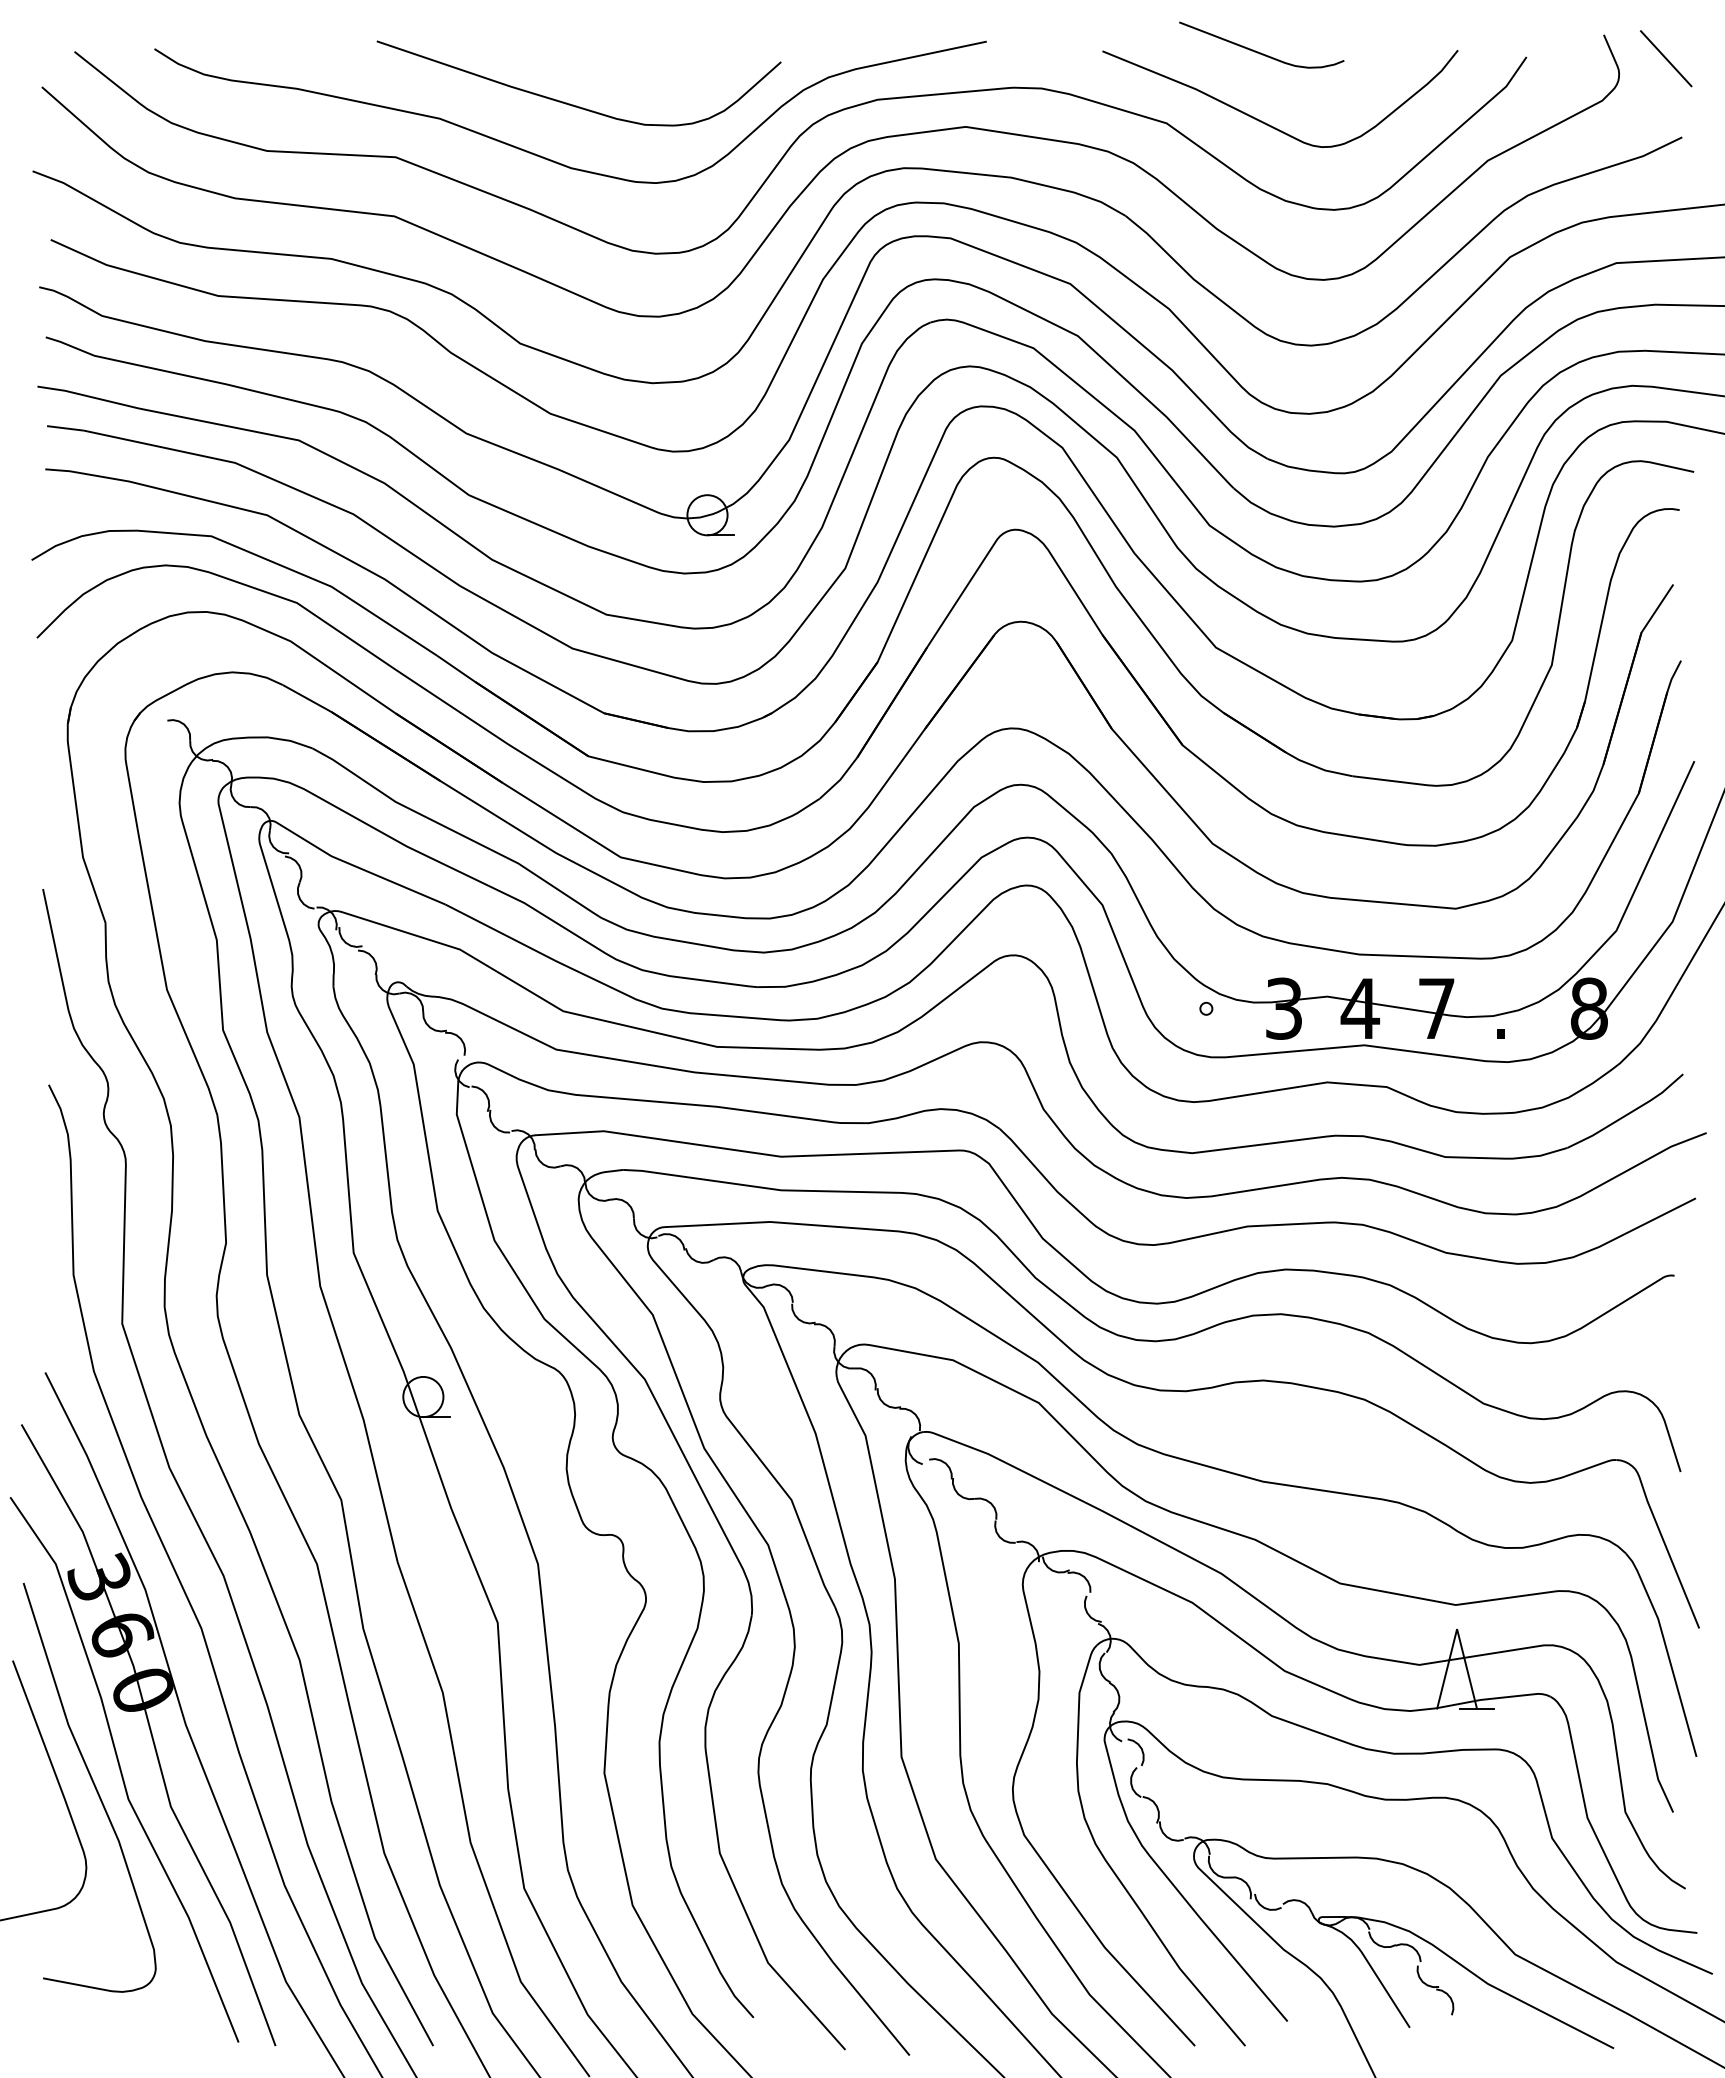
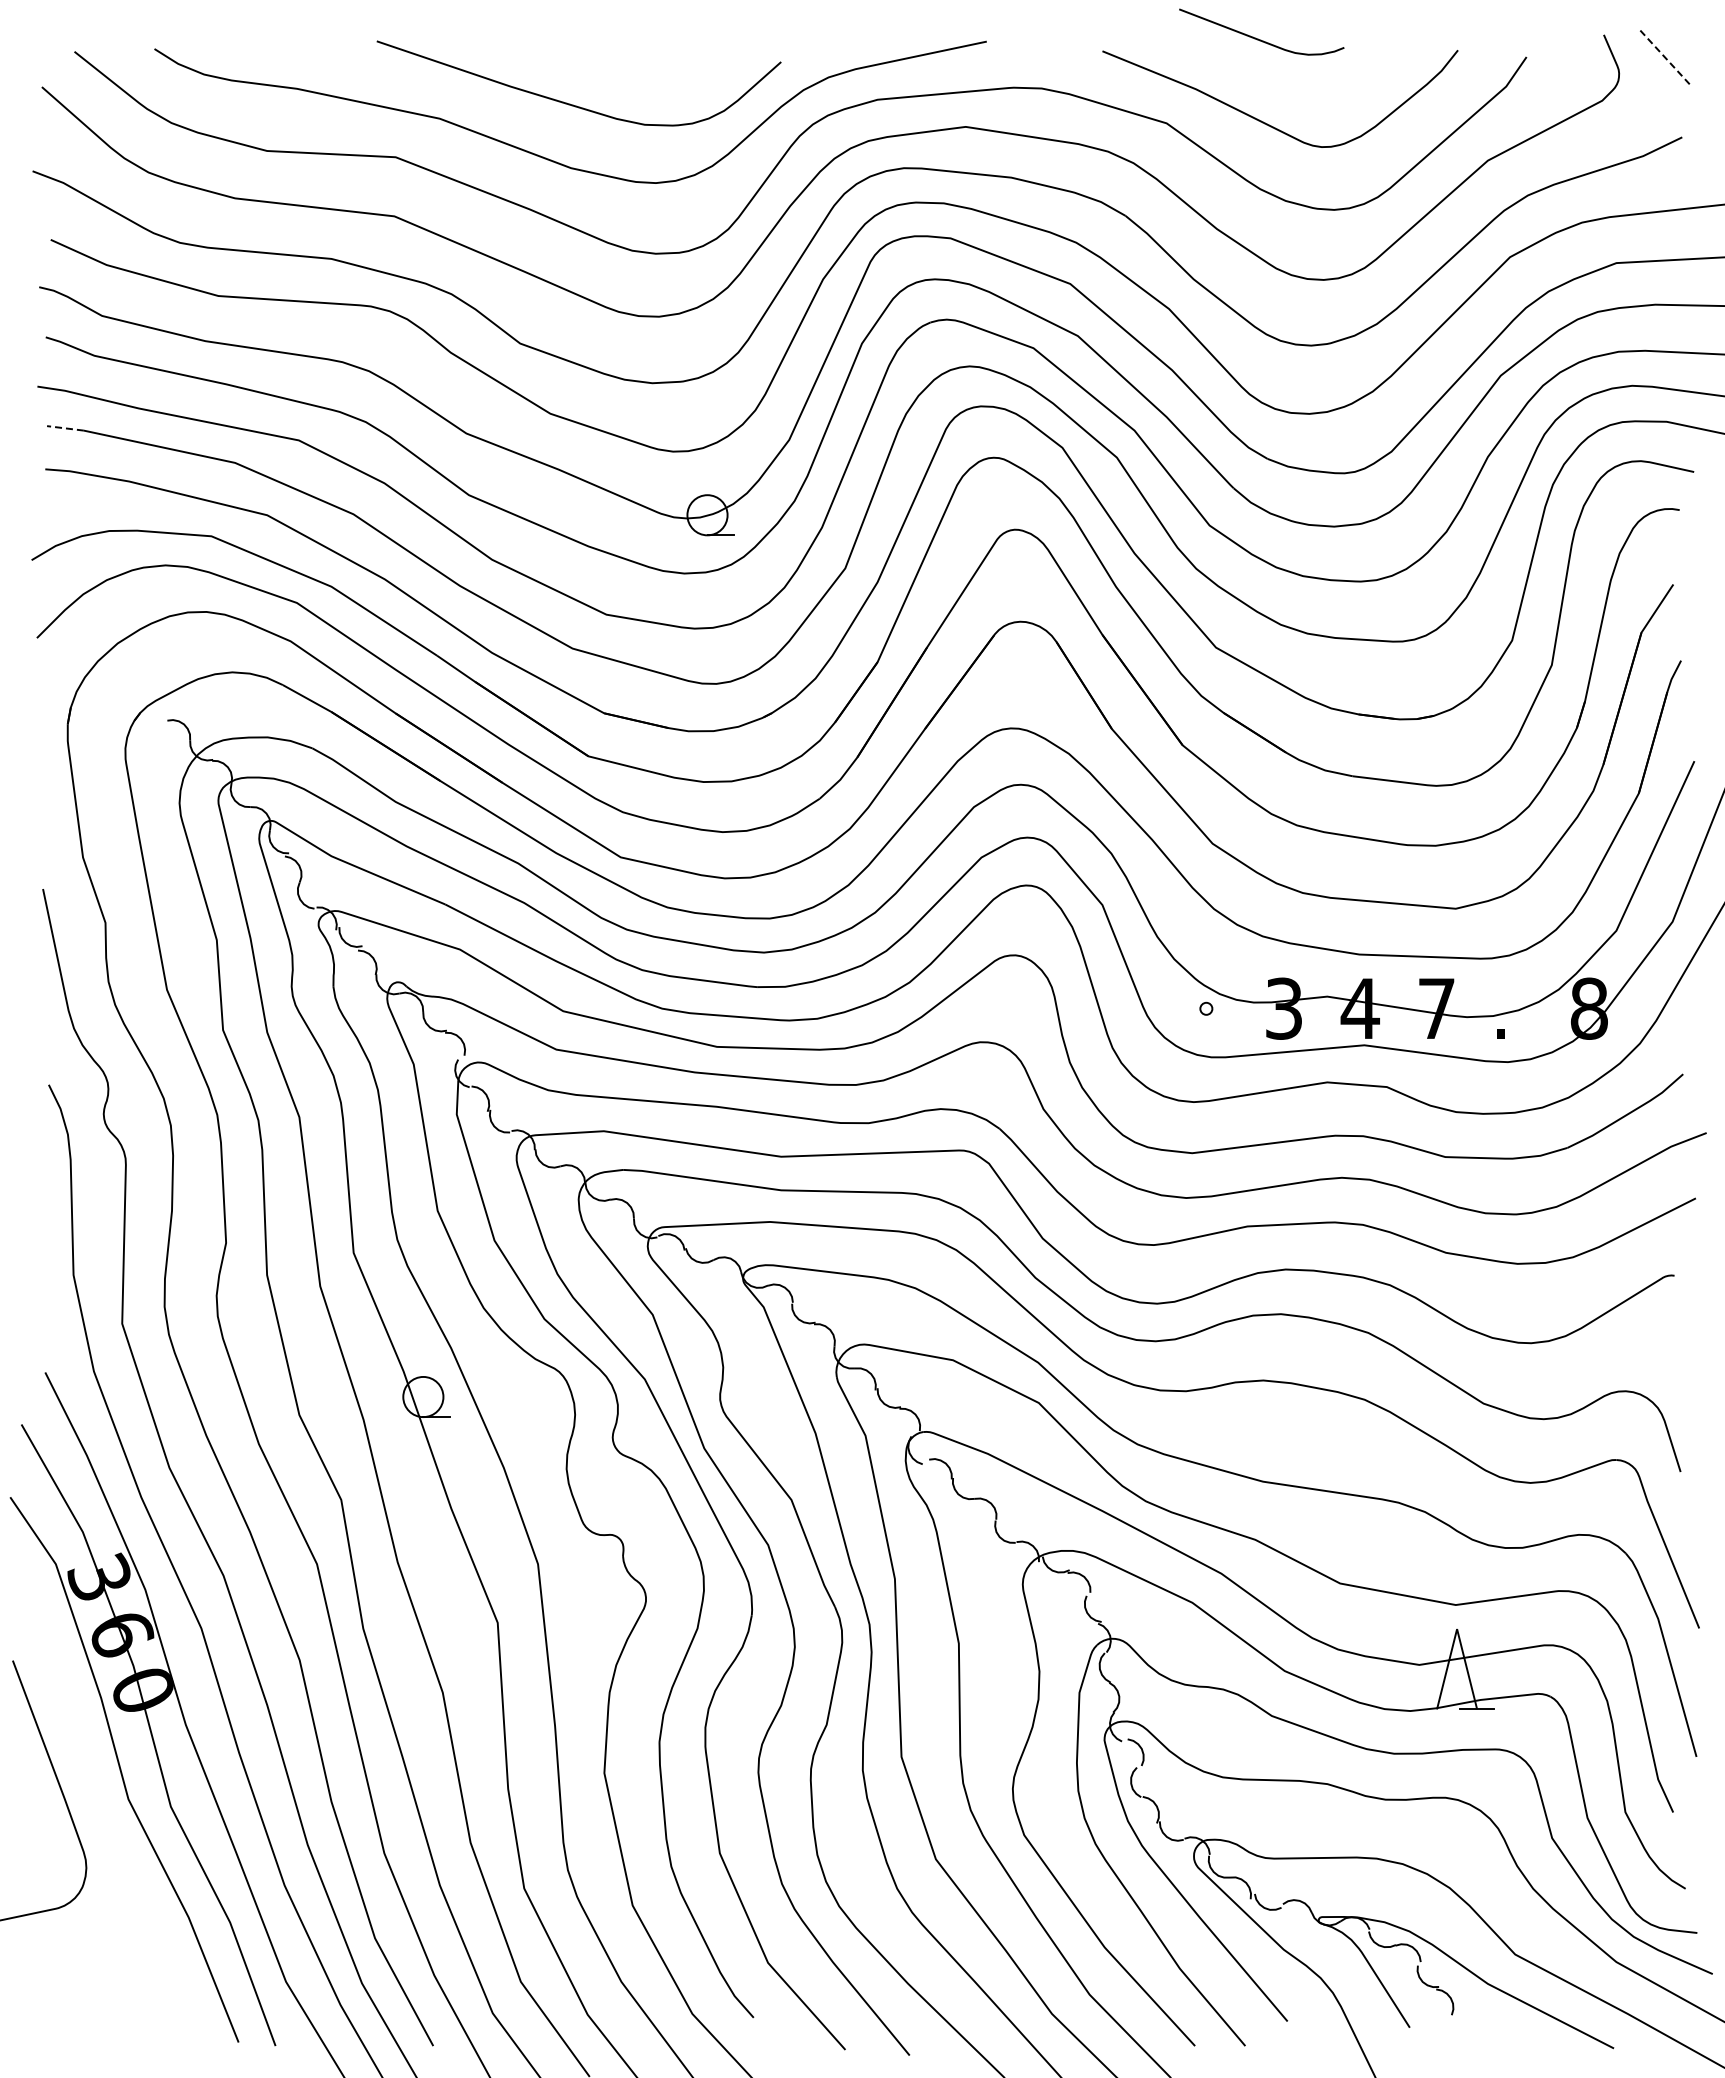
curve at (1258, 51) position: (1258, 51) -> (1258, 38)
line at (1666, 59): solid -> dashed
line at (65, 428): solid -> dashed
curve at (93, 1785): present -> none
